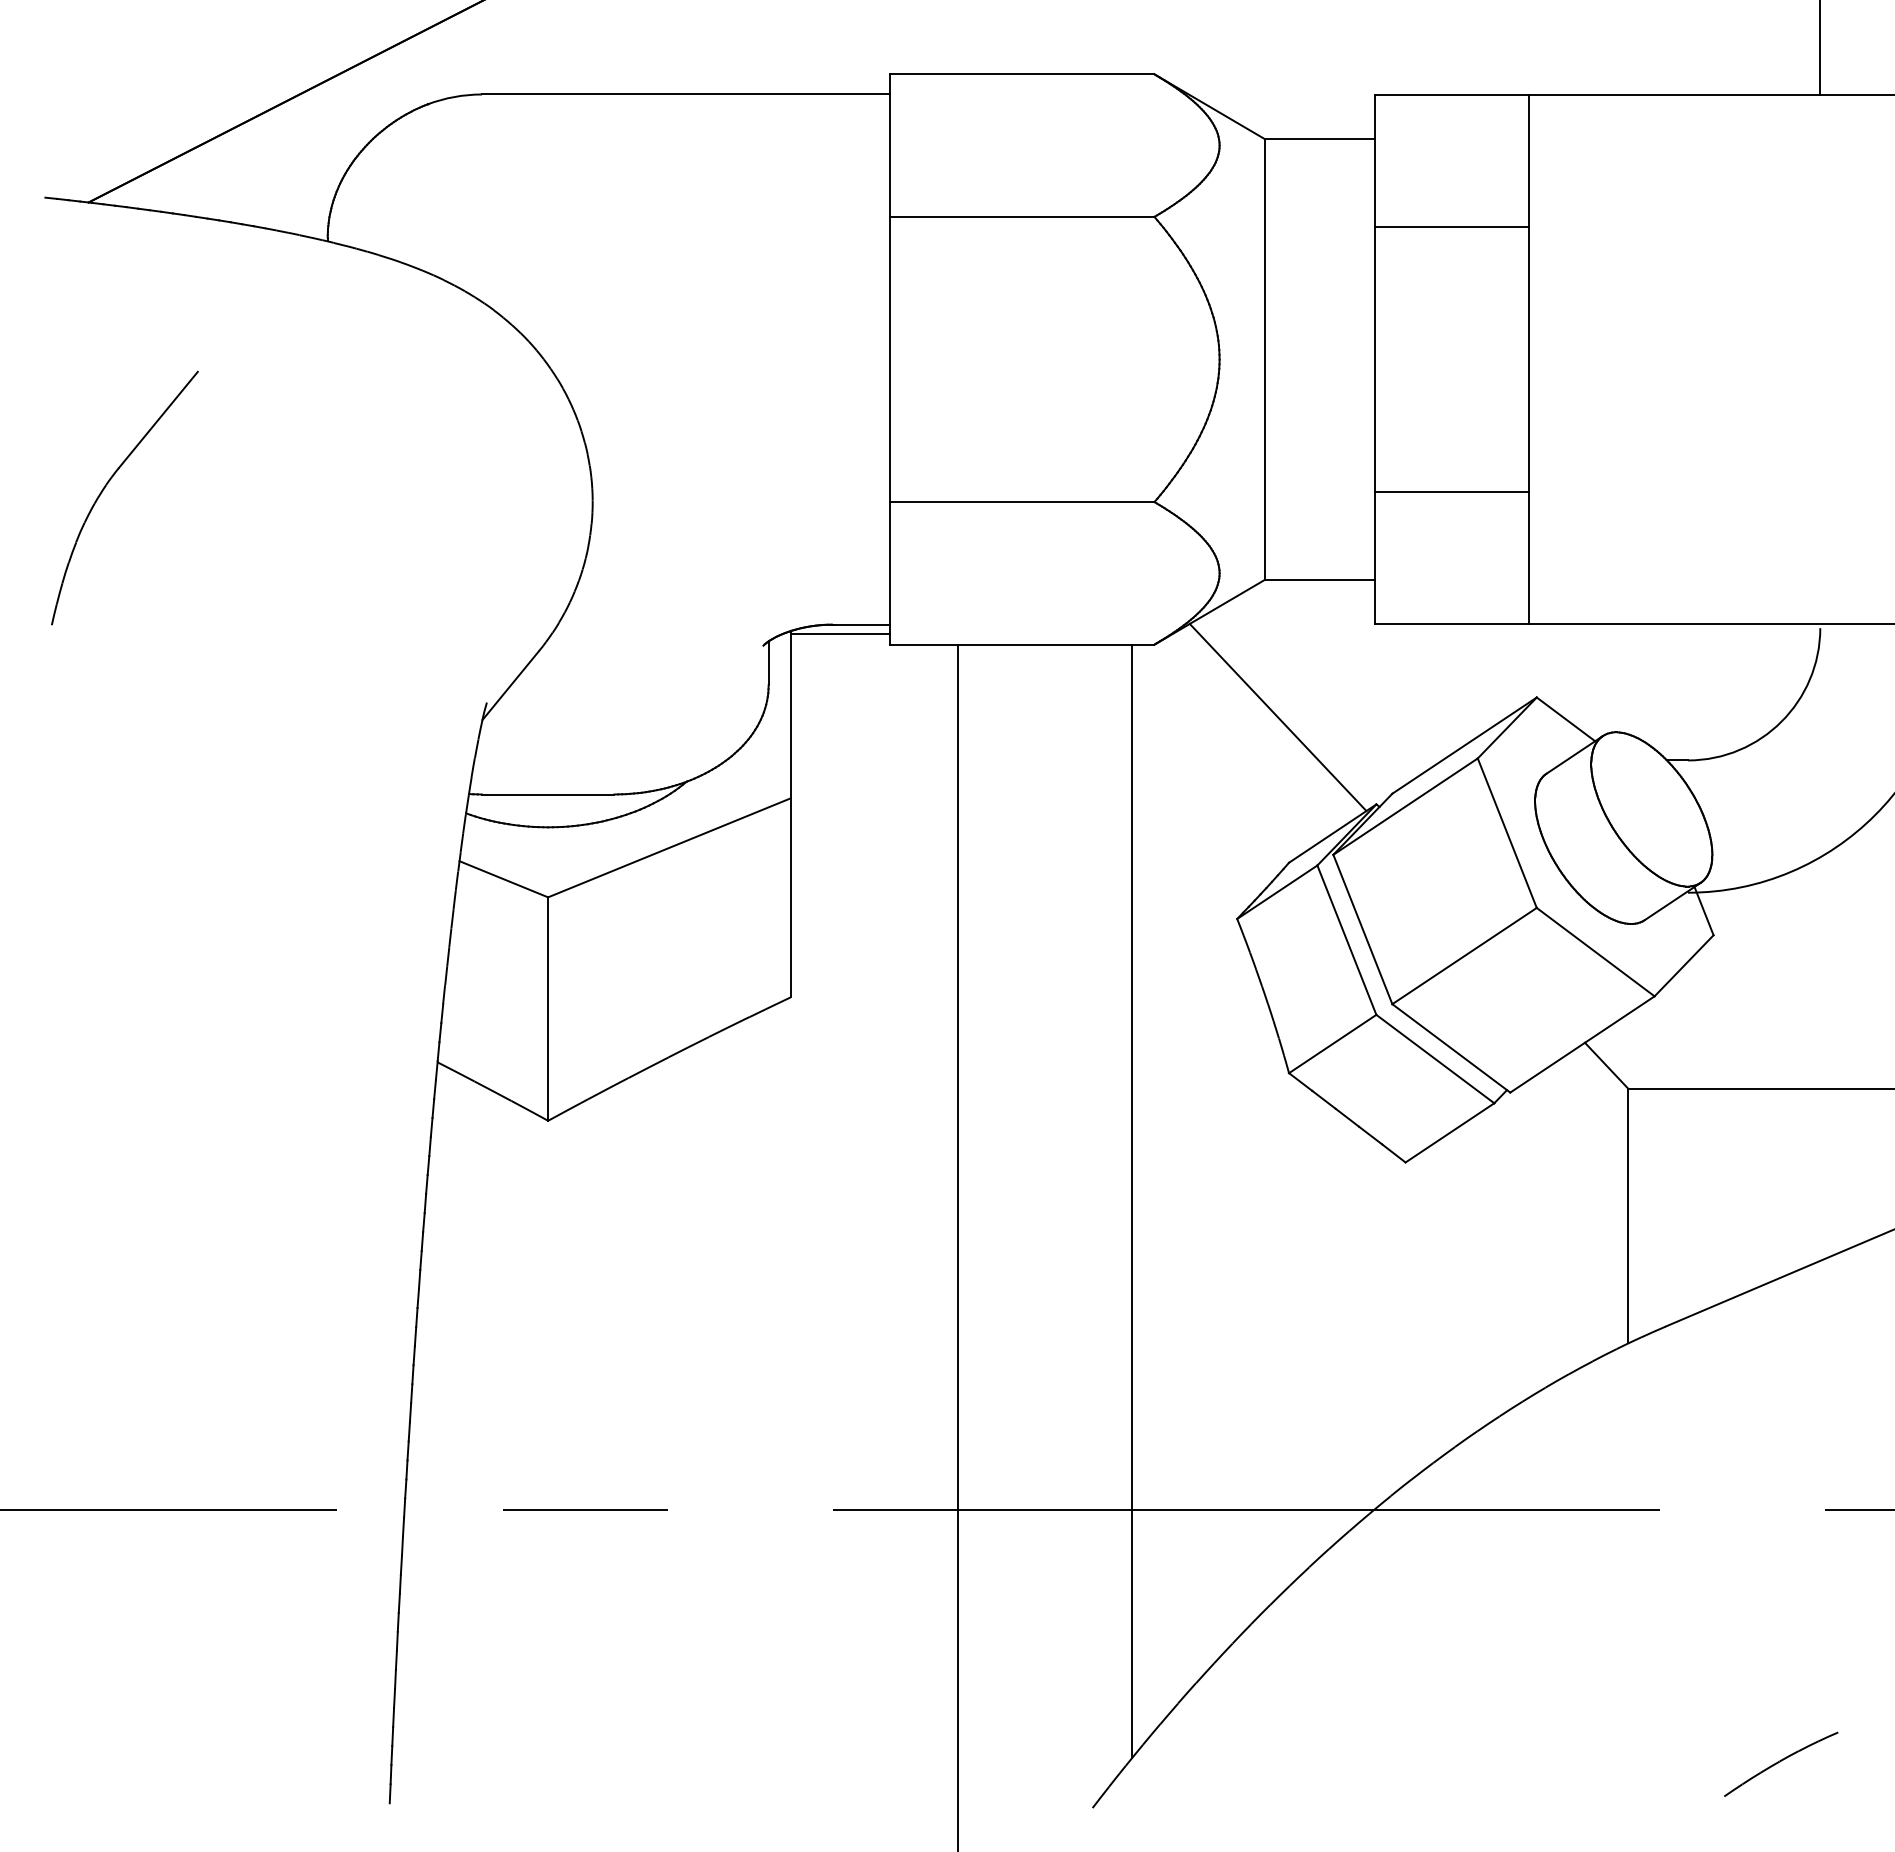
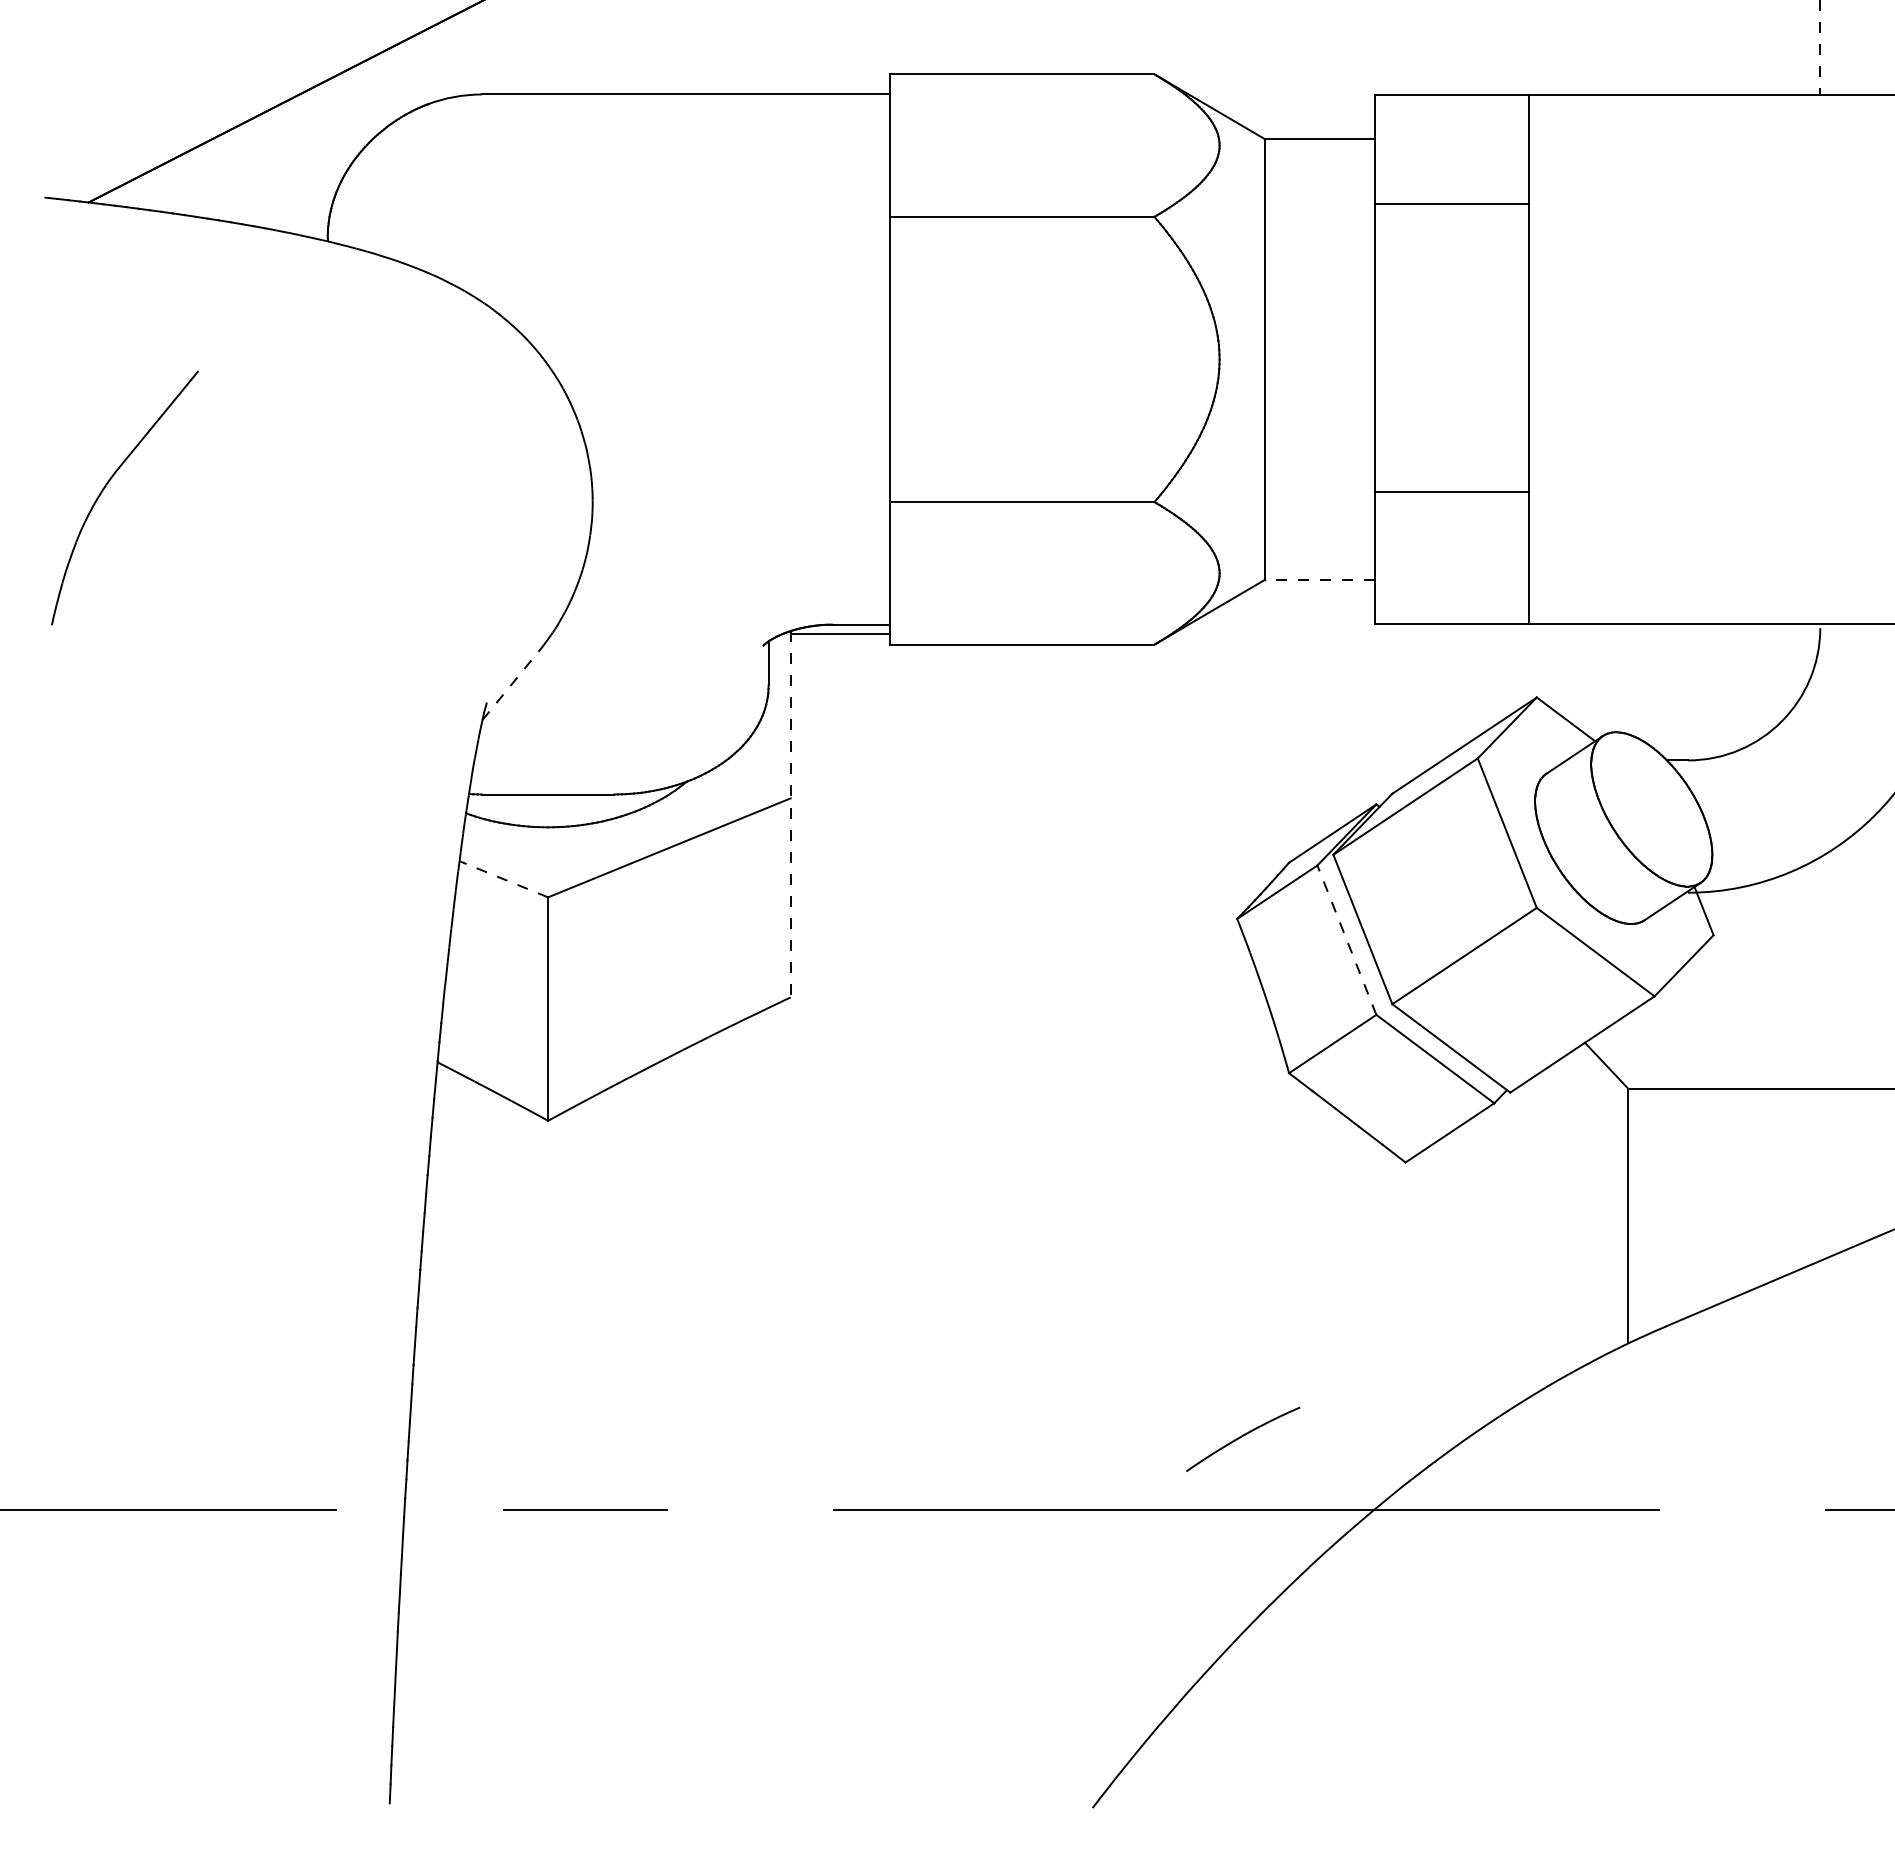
line at (1820, 47): solid -> dashed
line at (1451, 227) position: (1451, 227) -> (1451, 204)
line at (1319, 579): solid -> dashed
line at (510, 685): solid -> dashed
line at (1277, 717): present -> none
line at (790, 814): solid -> dashed
line at (503, 879): solid -> dashed
line at (1346, 939): solid -> dashed
line at (1132, 1200): present -> none
line at (958, 1246): present -> none
part at (1781, 1763) position: (1781, 1763) -> (1243, 1438)
